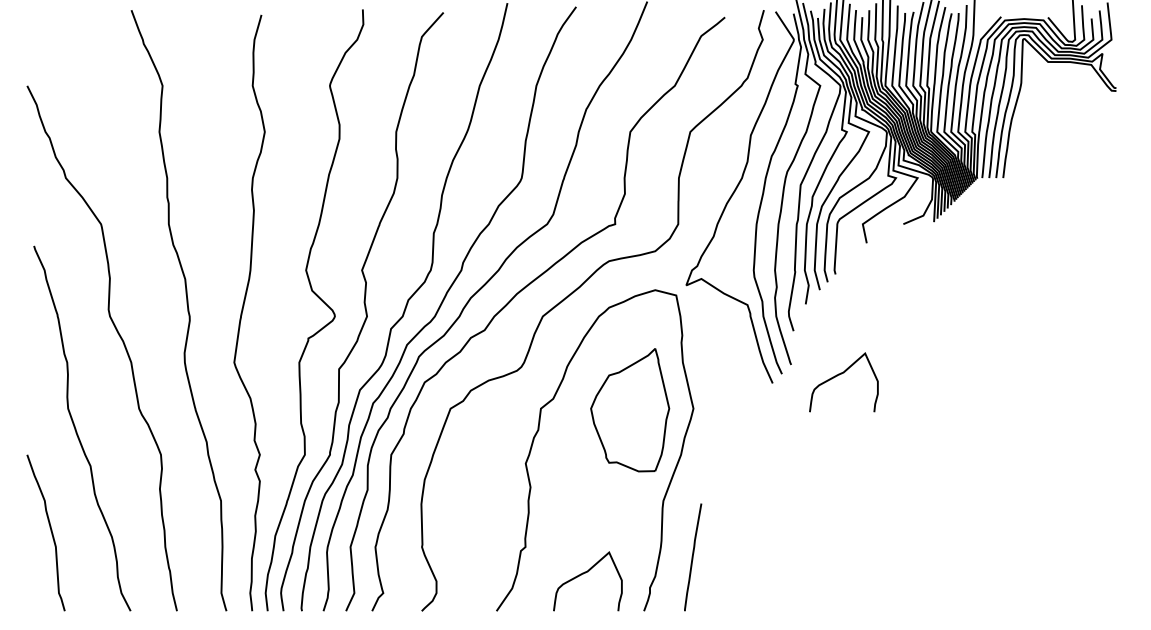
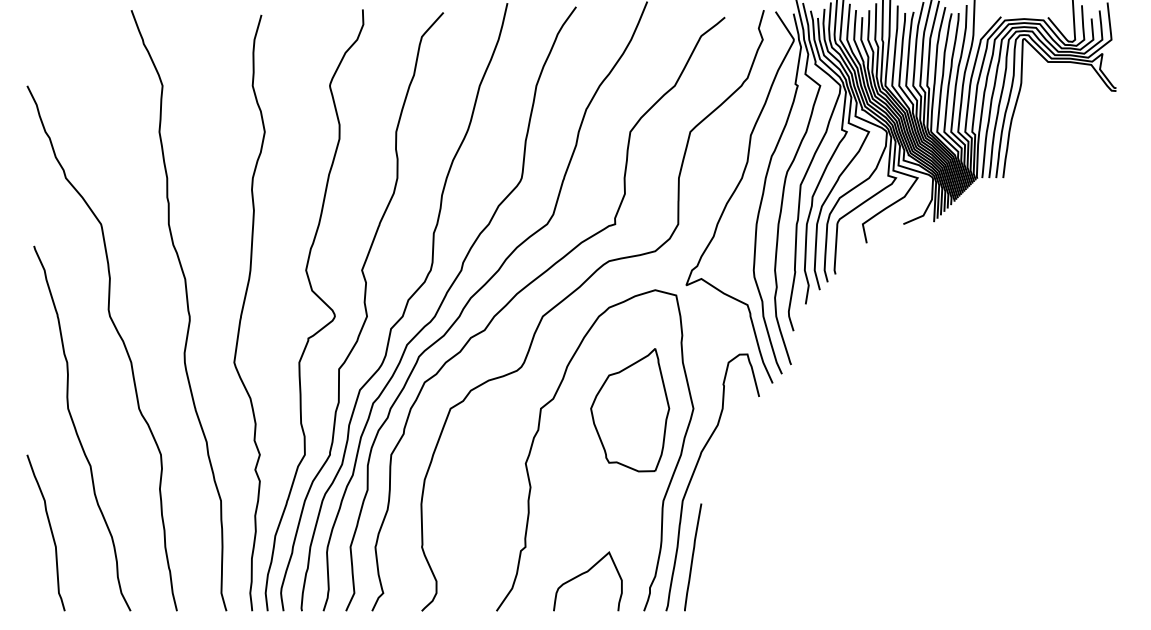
curve at (839, 375): present -> none
curve at (693, 476): none -> present
